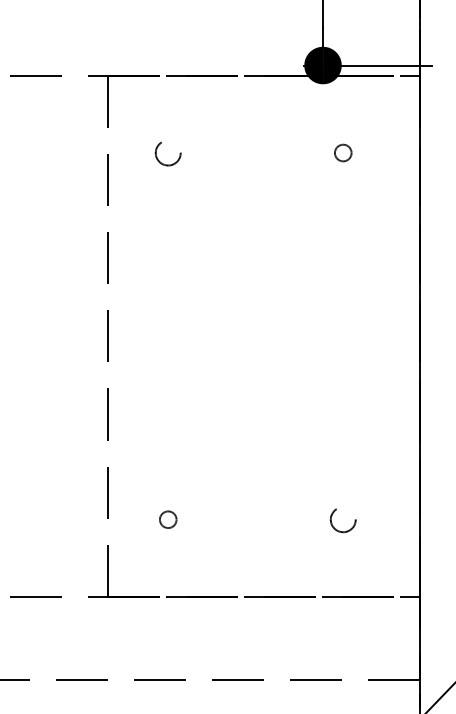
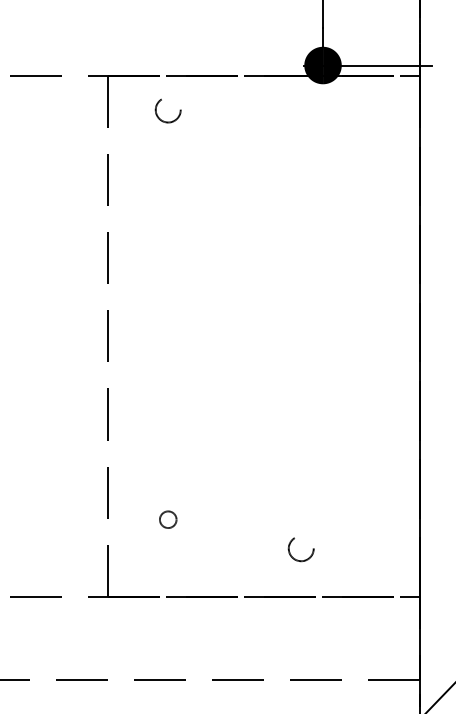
circle at (343, 152): present -> none
circle at (167, 153) position: (167, 153) -> (167, 110)
circle at (342, 520) position: (342, 520) -> (300, 549)
